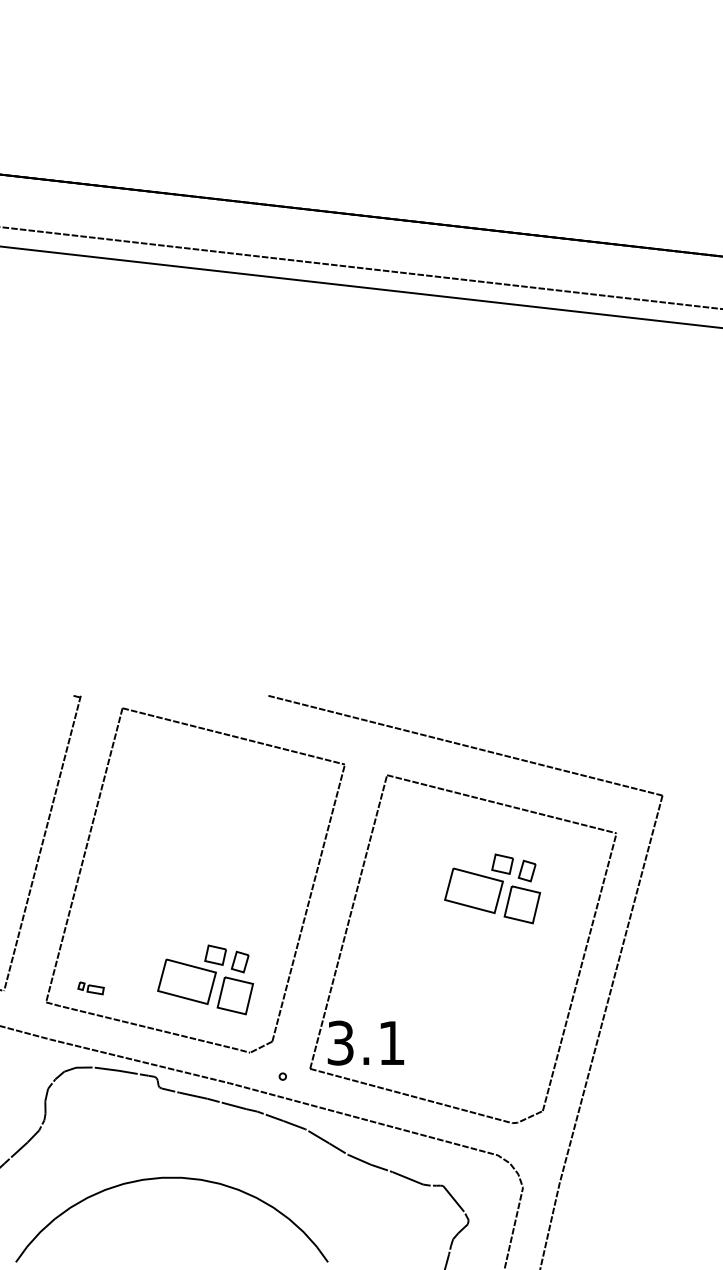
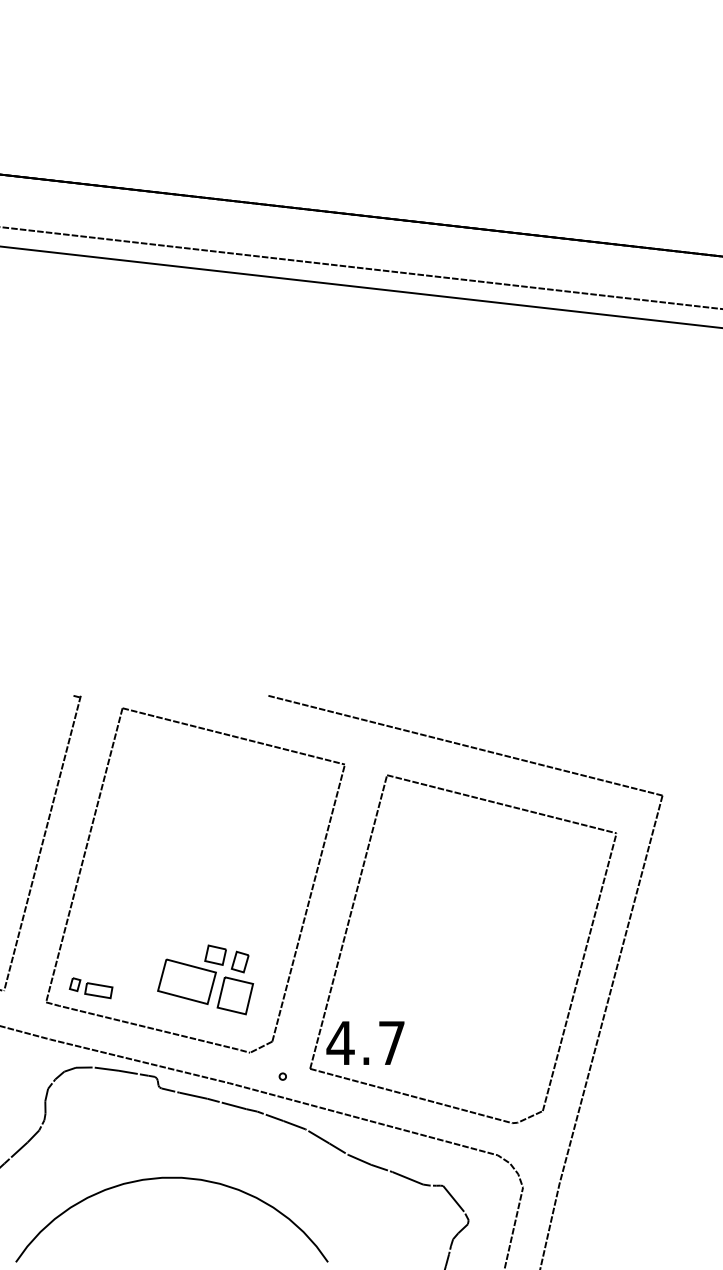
part at (492, 888): present -> none
part at (90, 988) size: 28x15 px -> 46x23 px
text at (365, 1042): 3.1 -> 4.7
